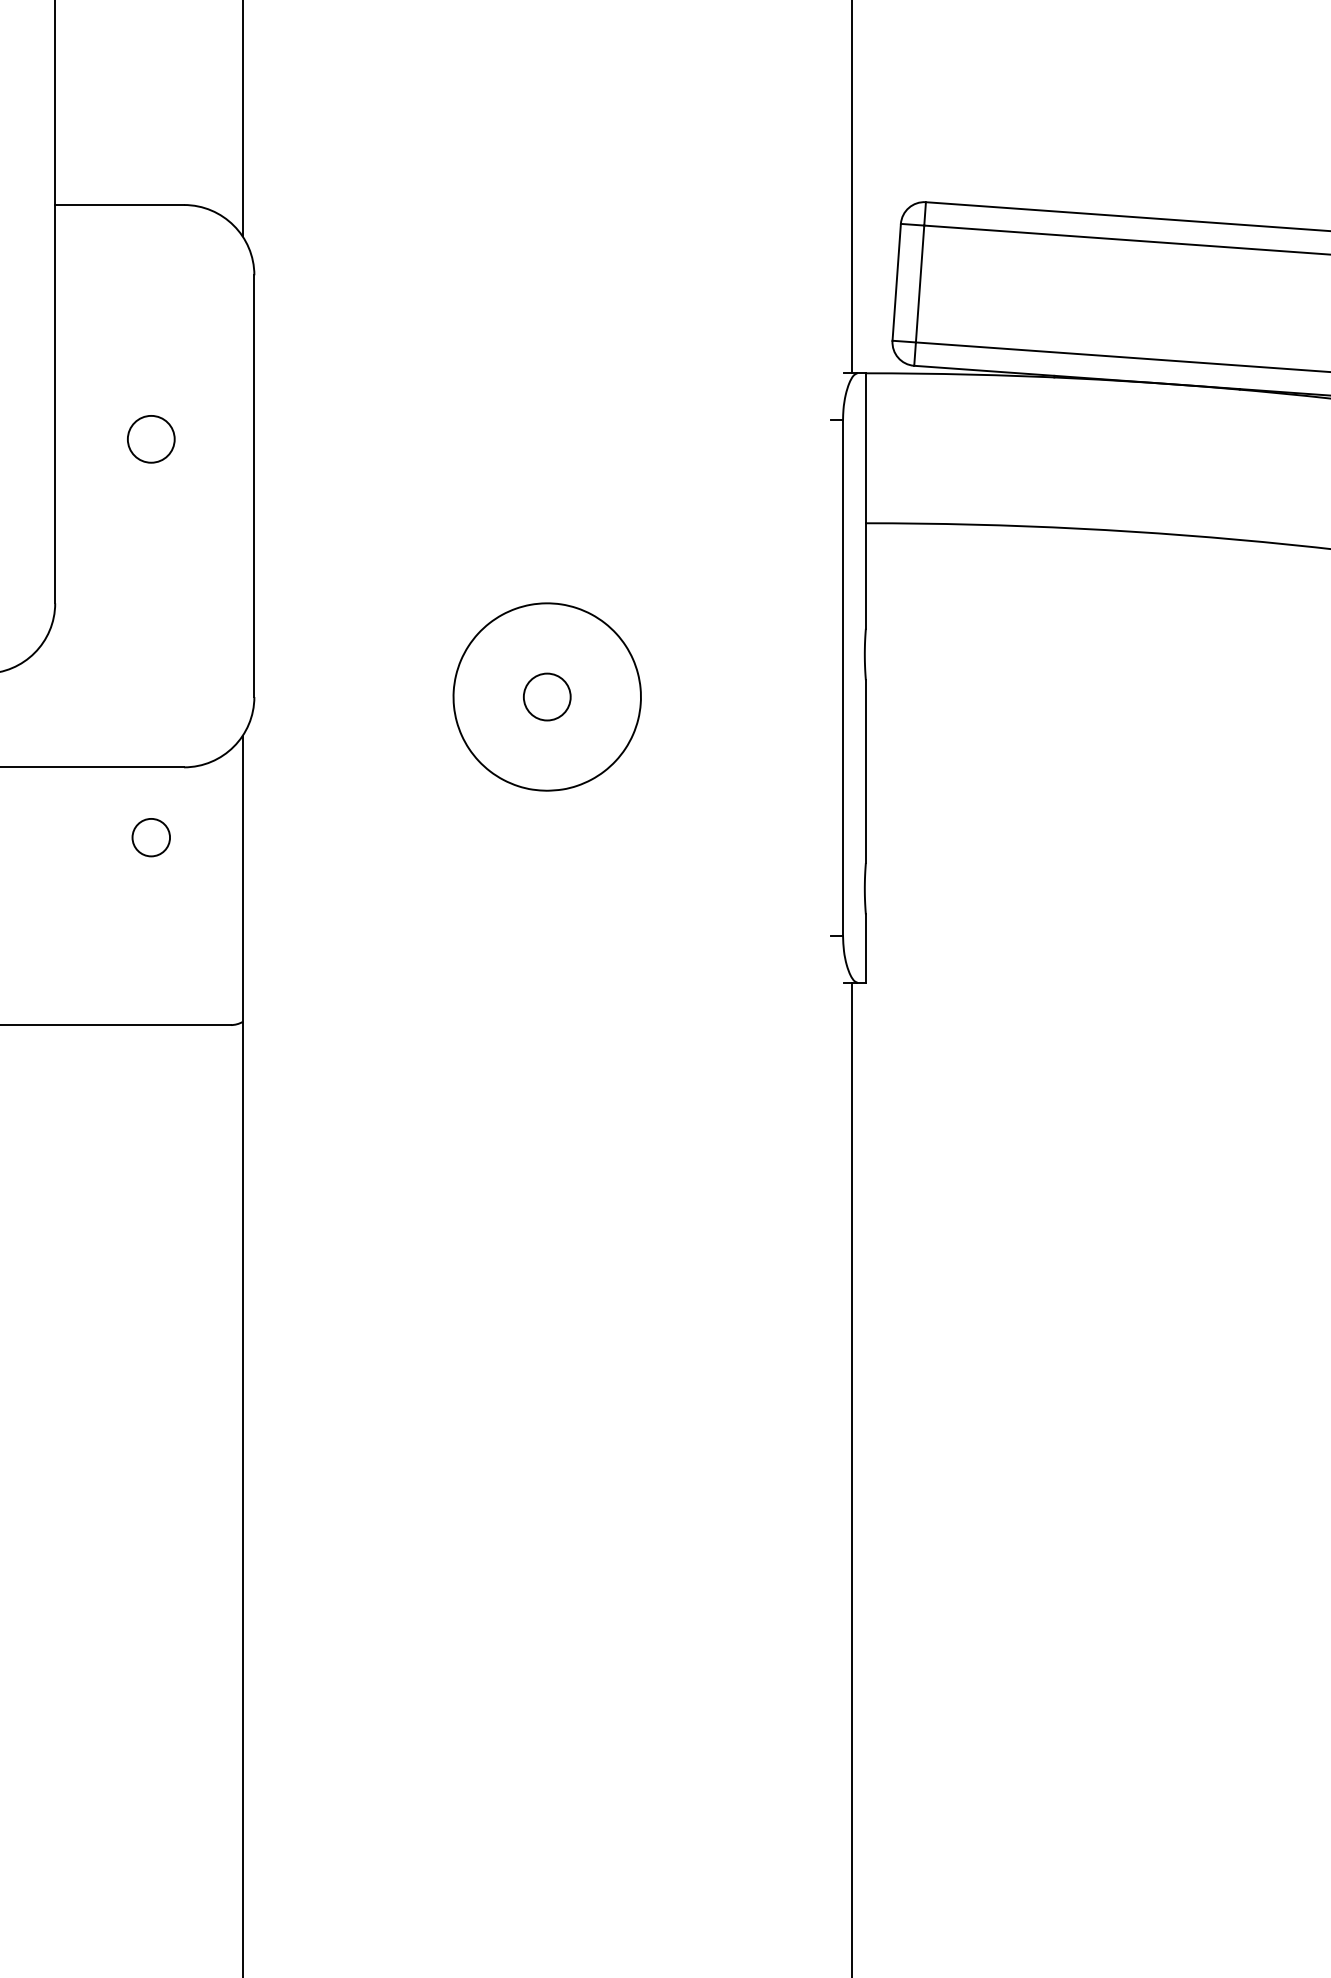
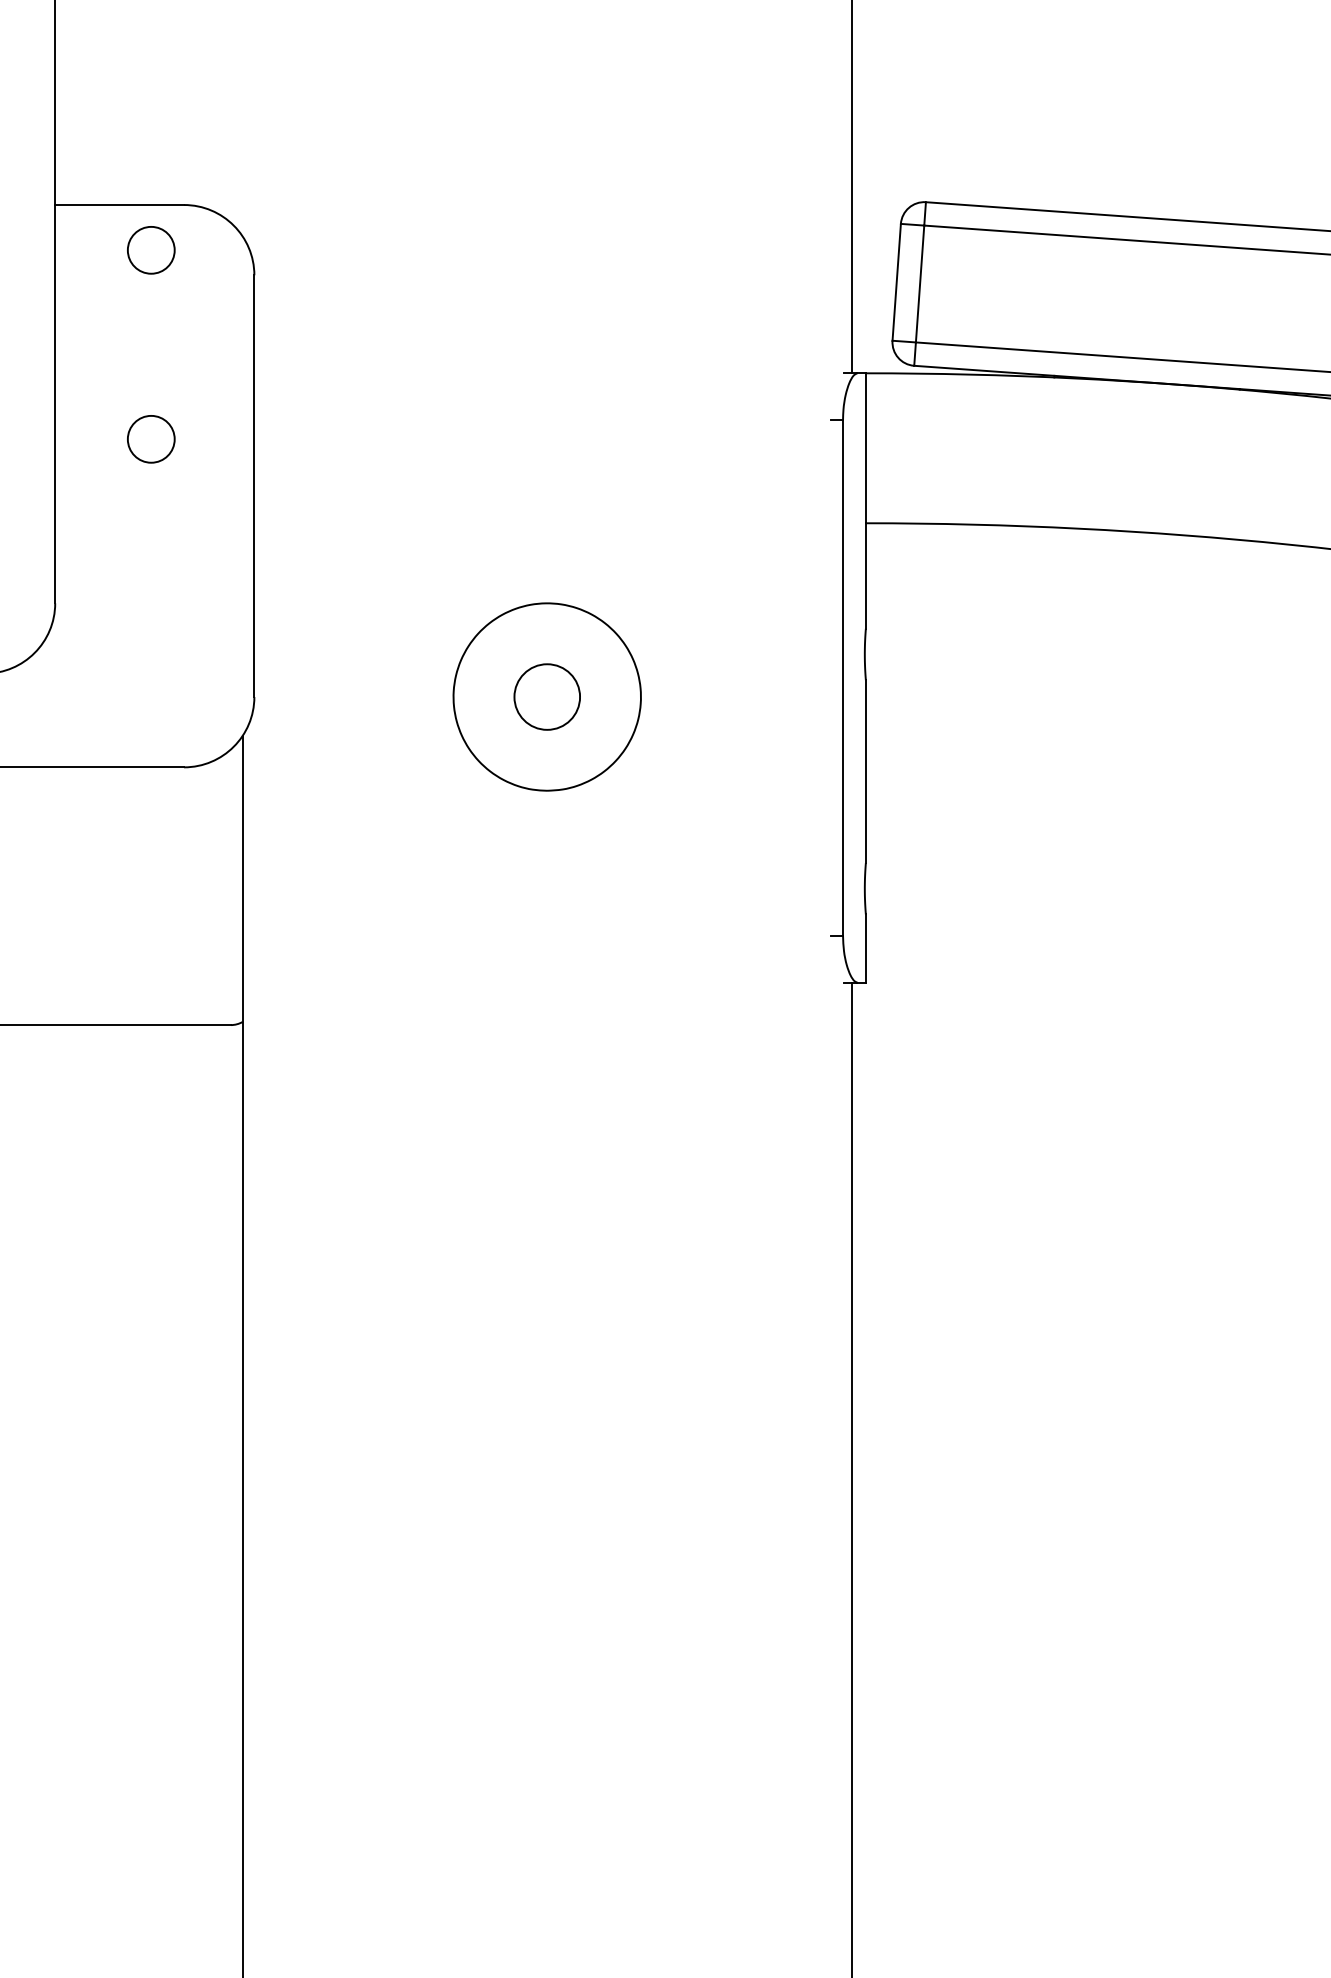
line at (242, 119): present -> none
circle at (151, 250): none -> present
circle at (546, 696) diameter: 47 px -> 66 px
circle at (150, 837): present -> none
